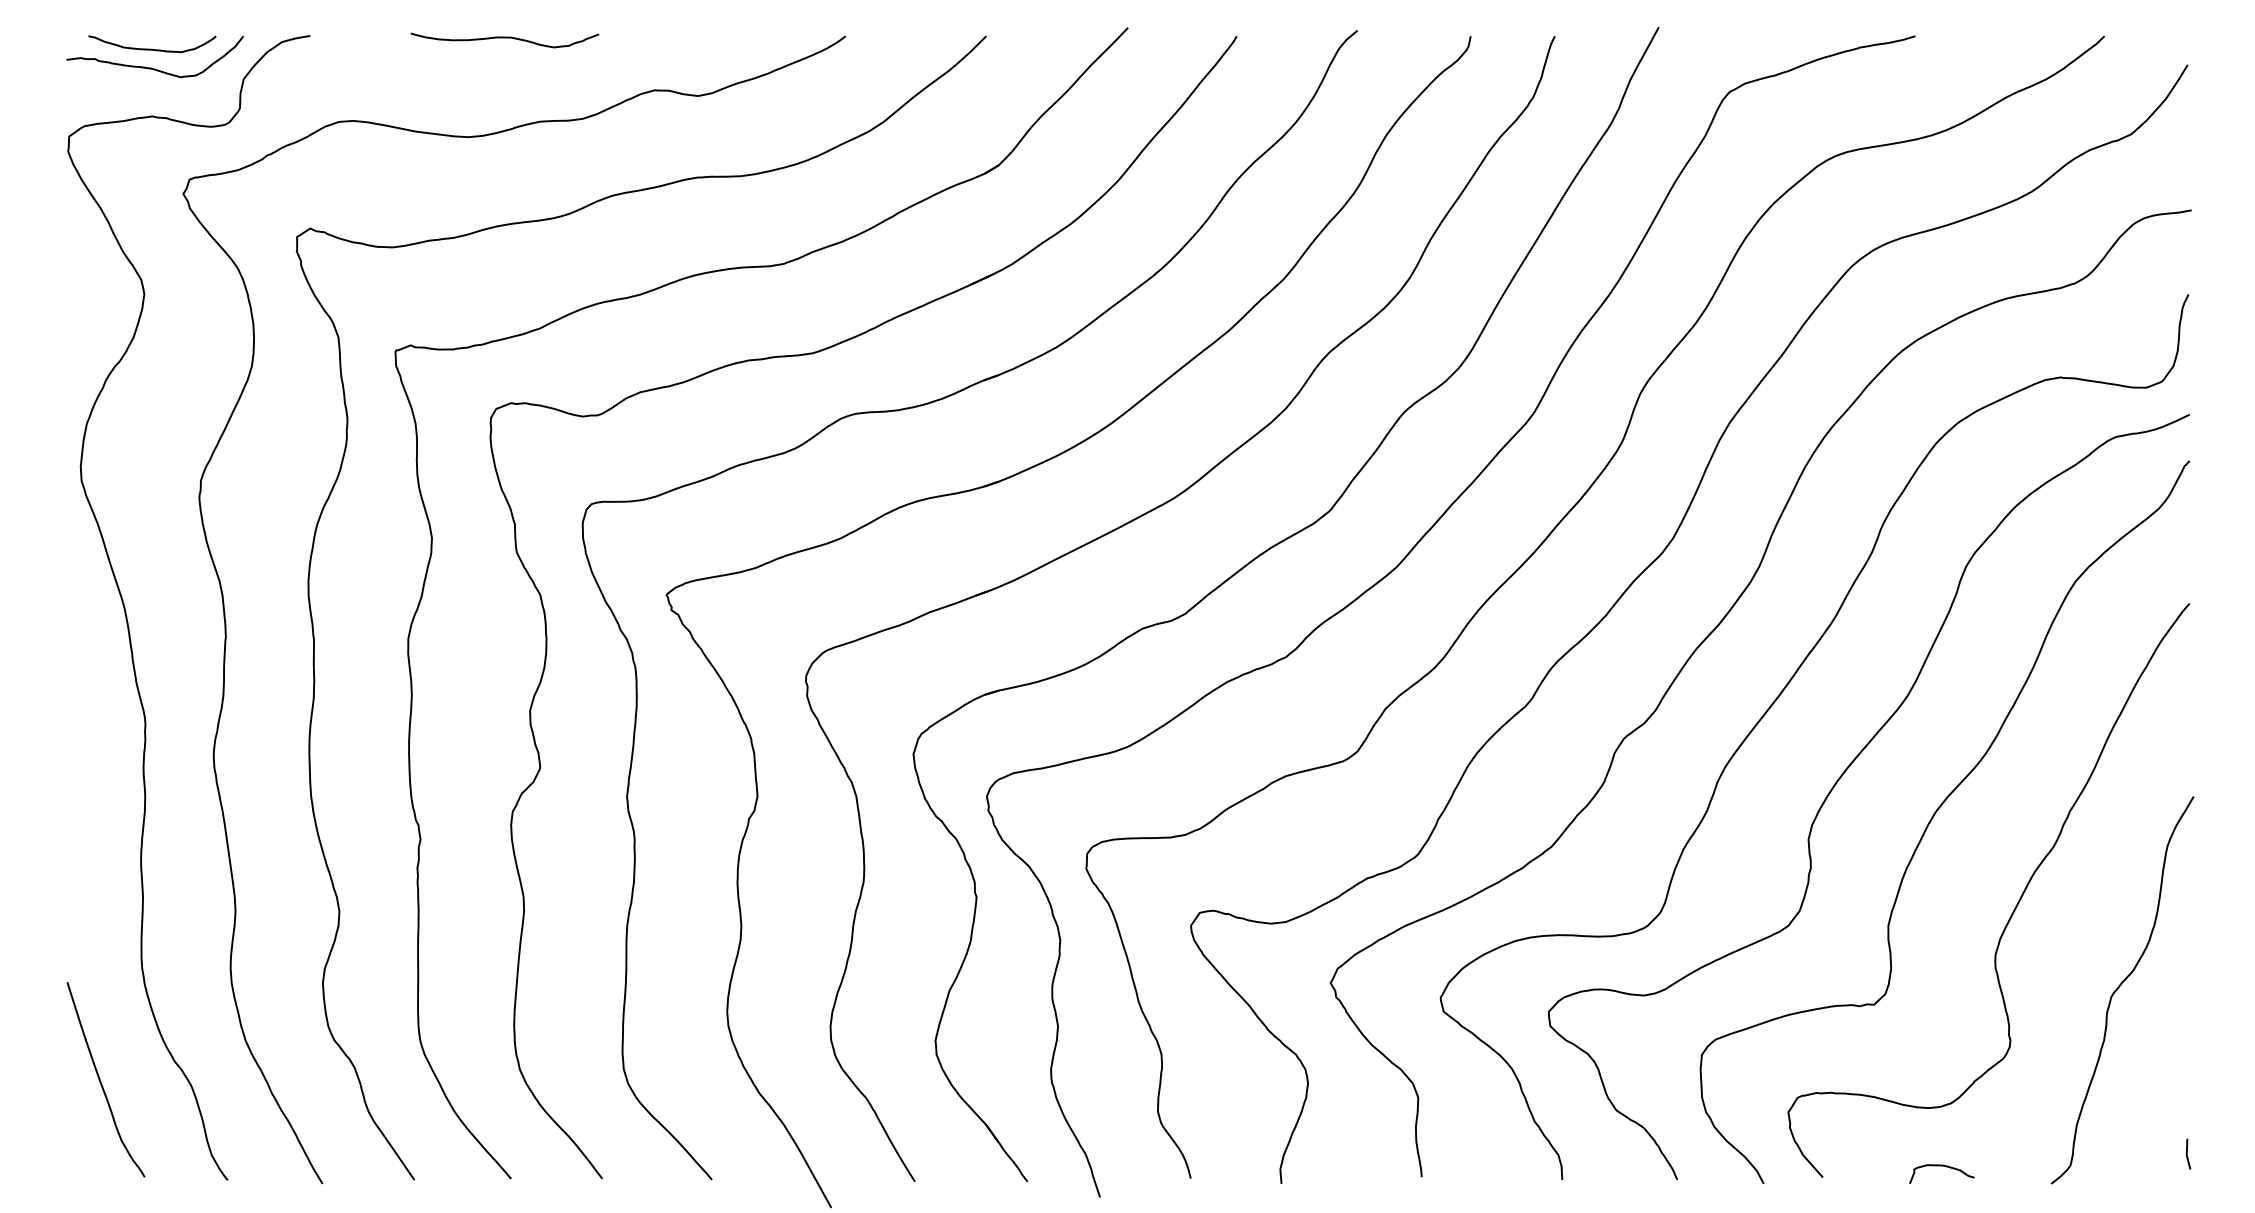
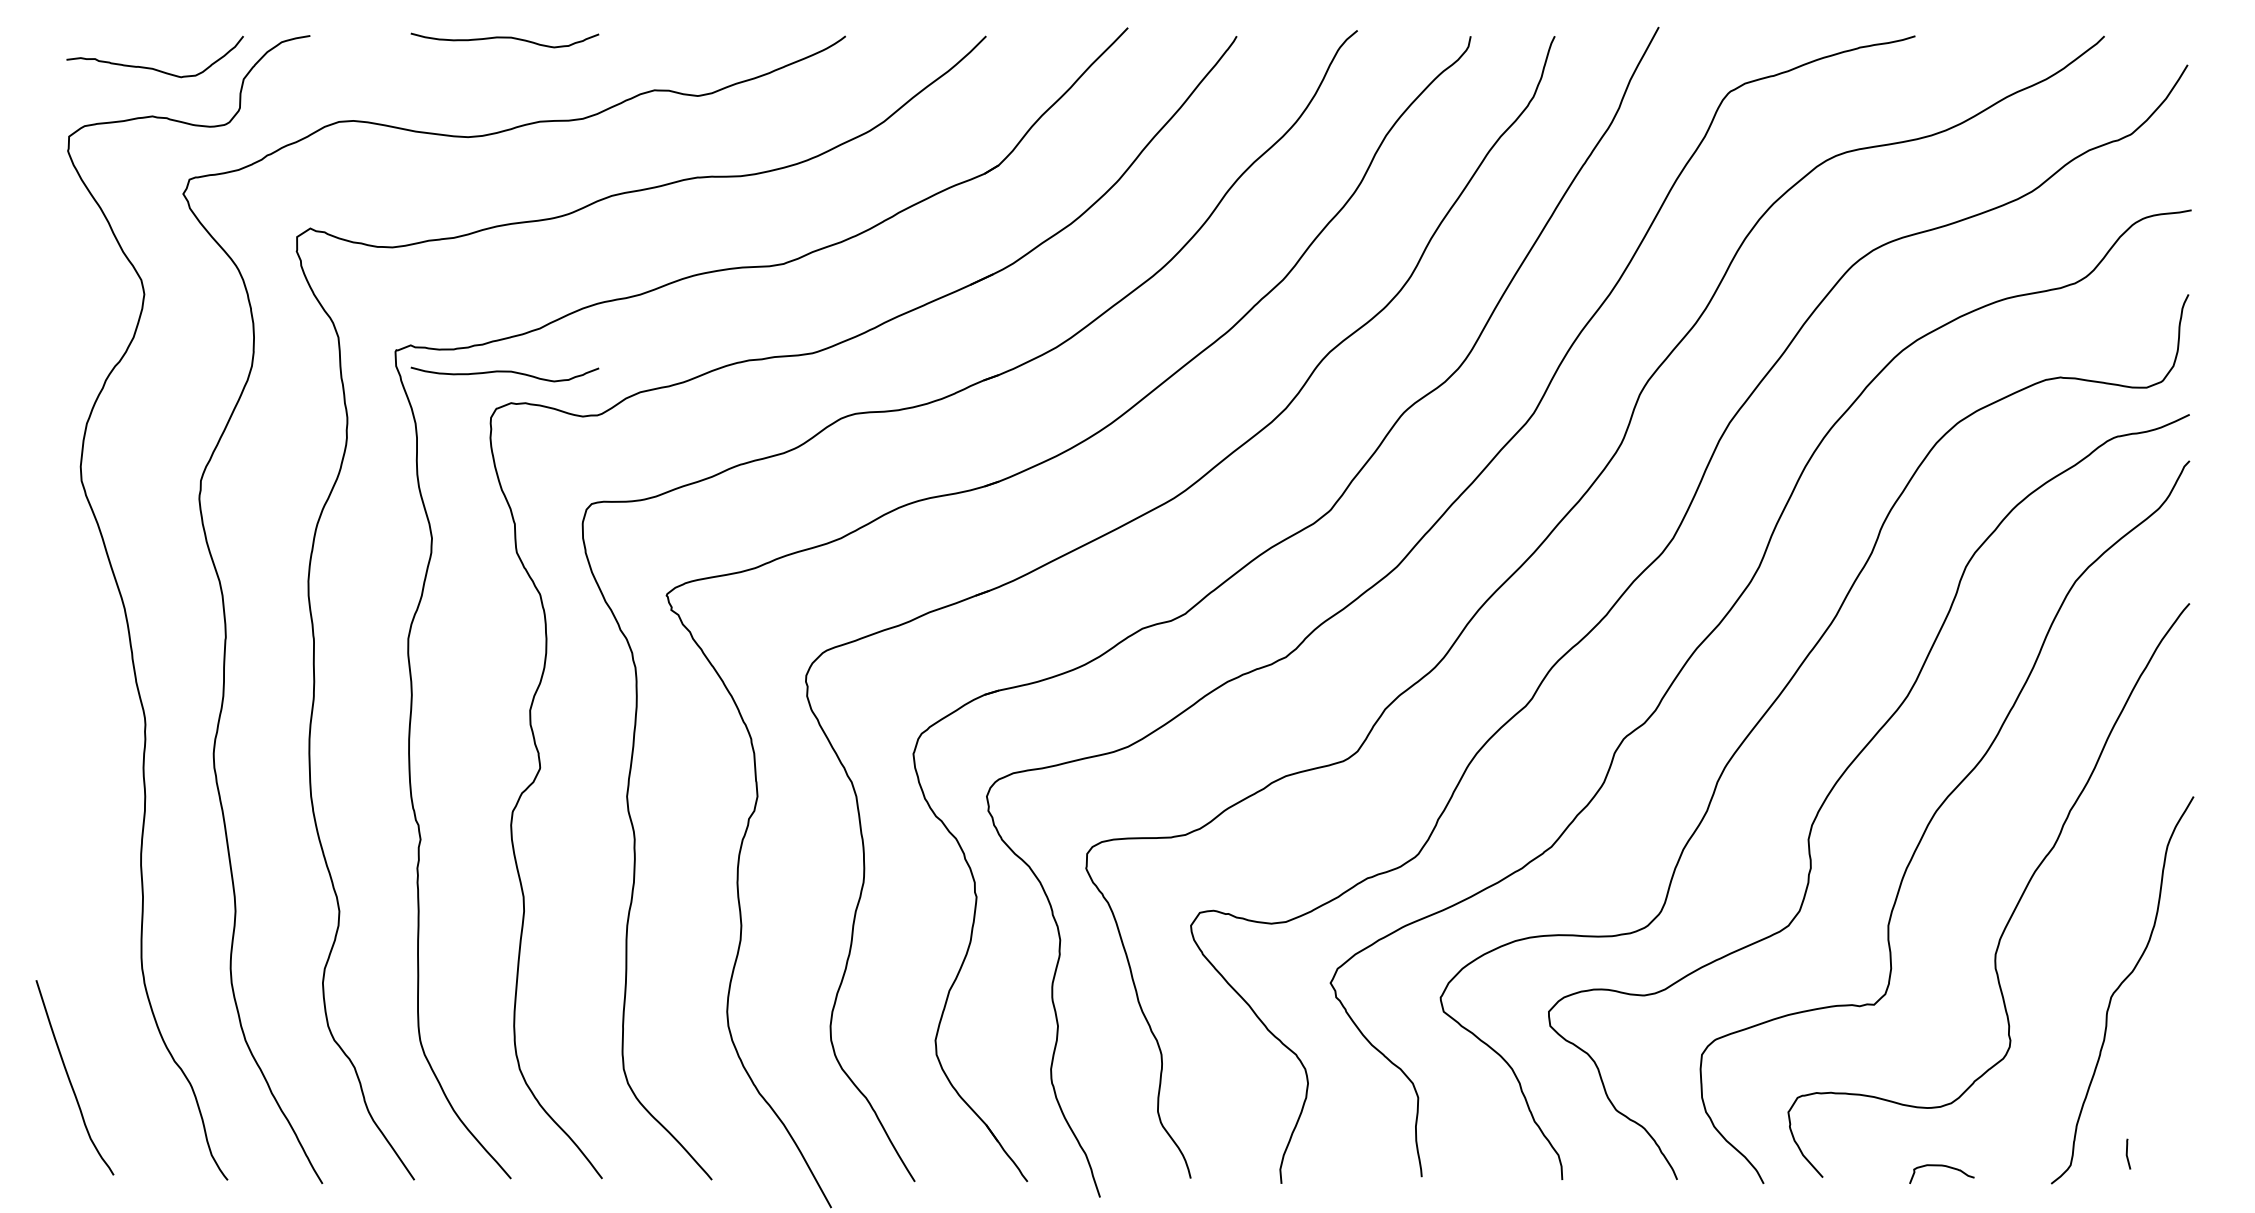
curve at (152, 48): present -> none
curve at (504, 372): none -> present
curve at (101, 1081) position: (101, 1081) -> (70, 1079)
line at (2187, 1153) position: (2187, 1153) -> (2127, 1153)
